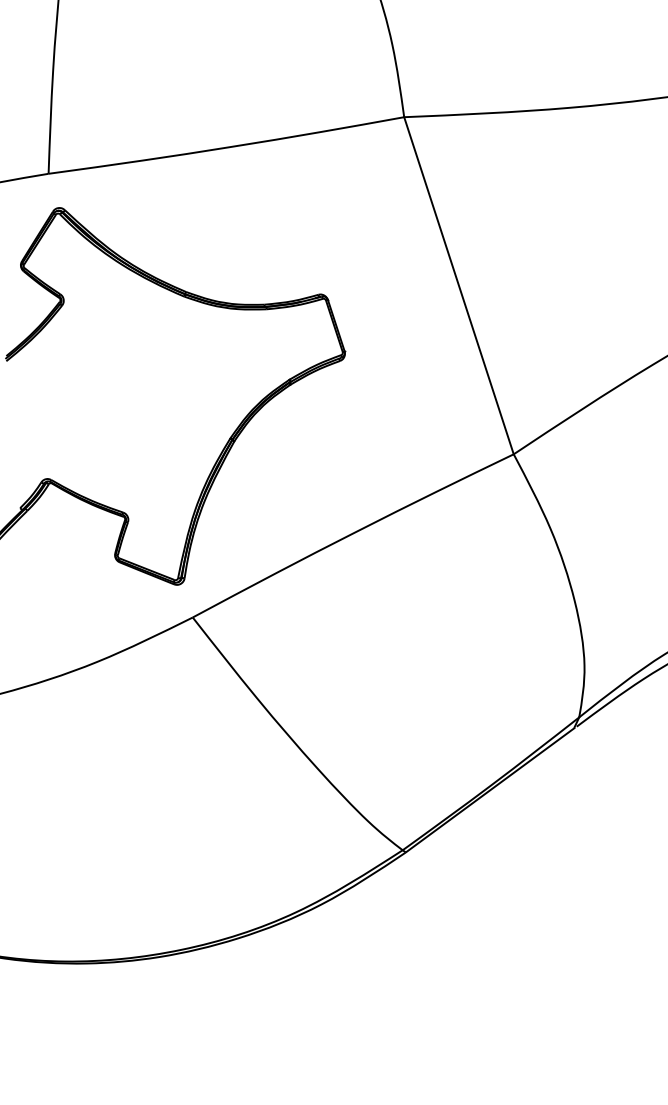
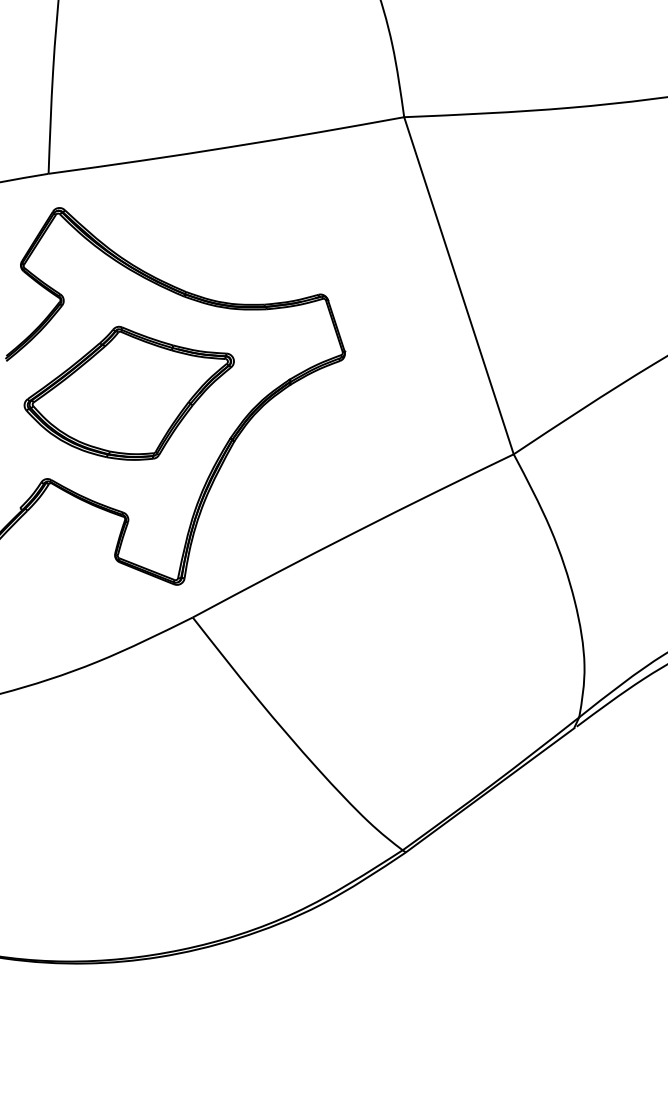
part at (128, 392): none -> present
